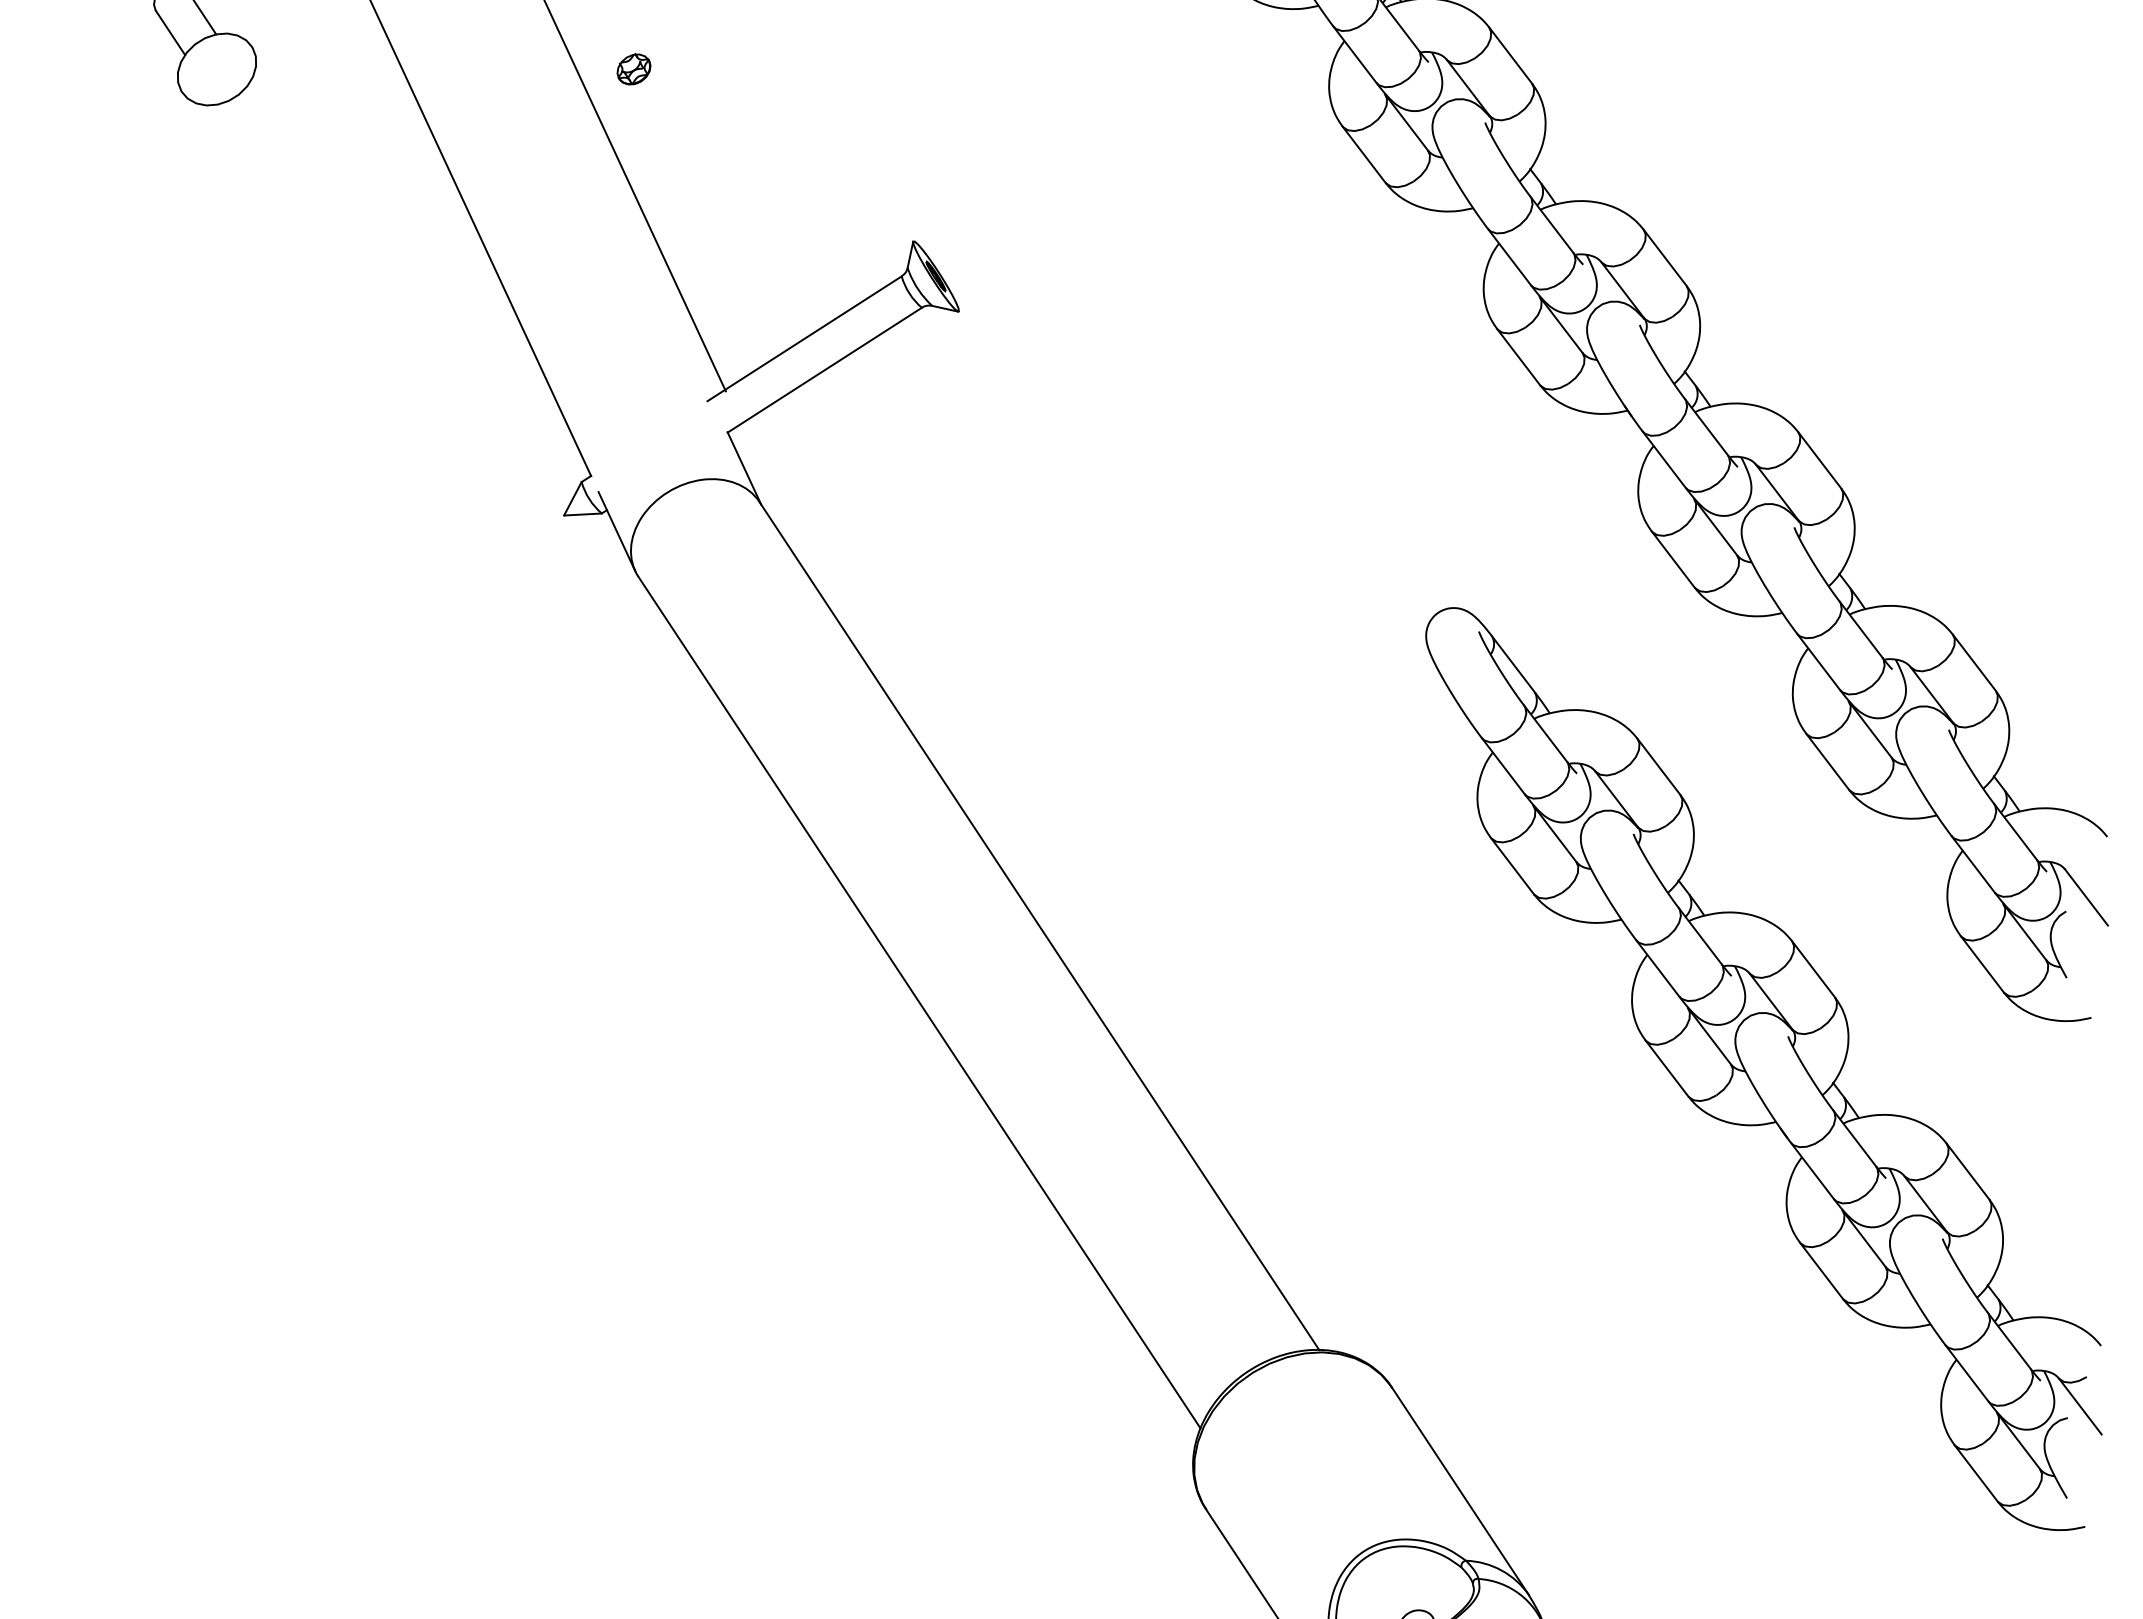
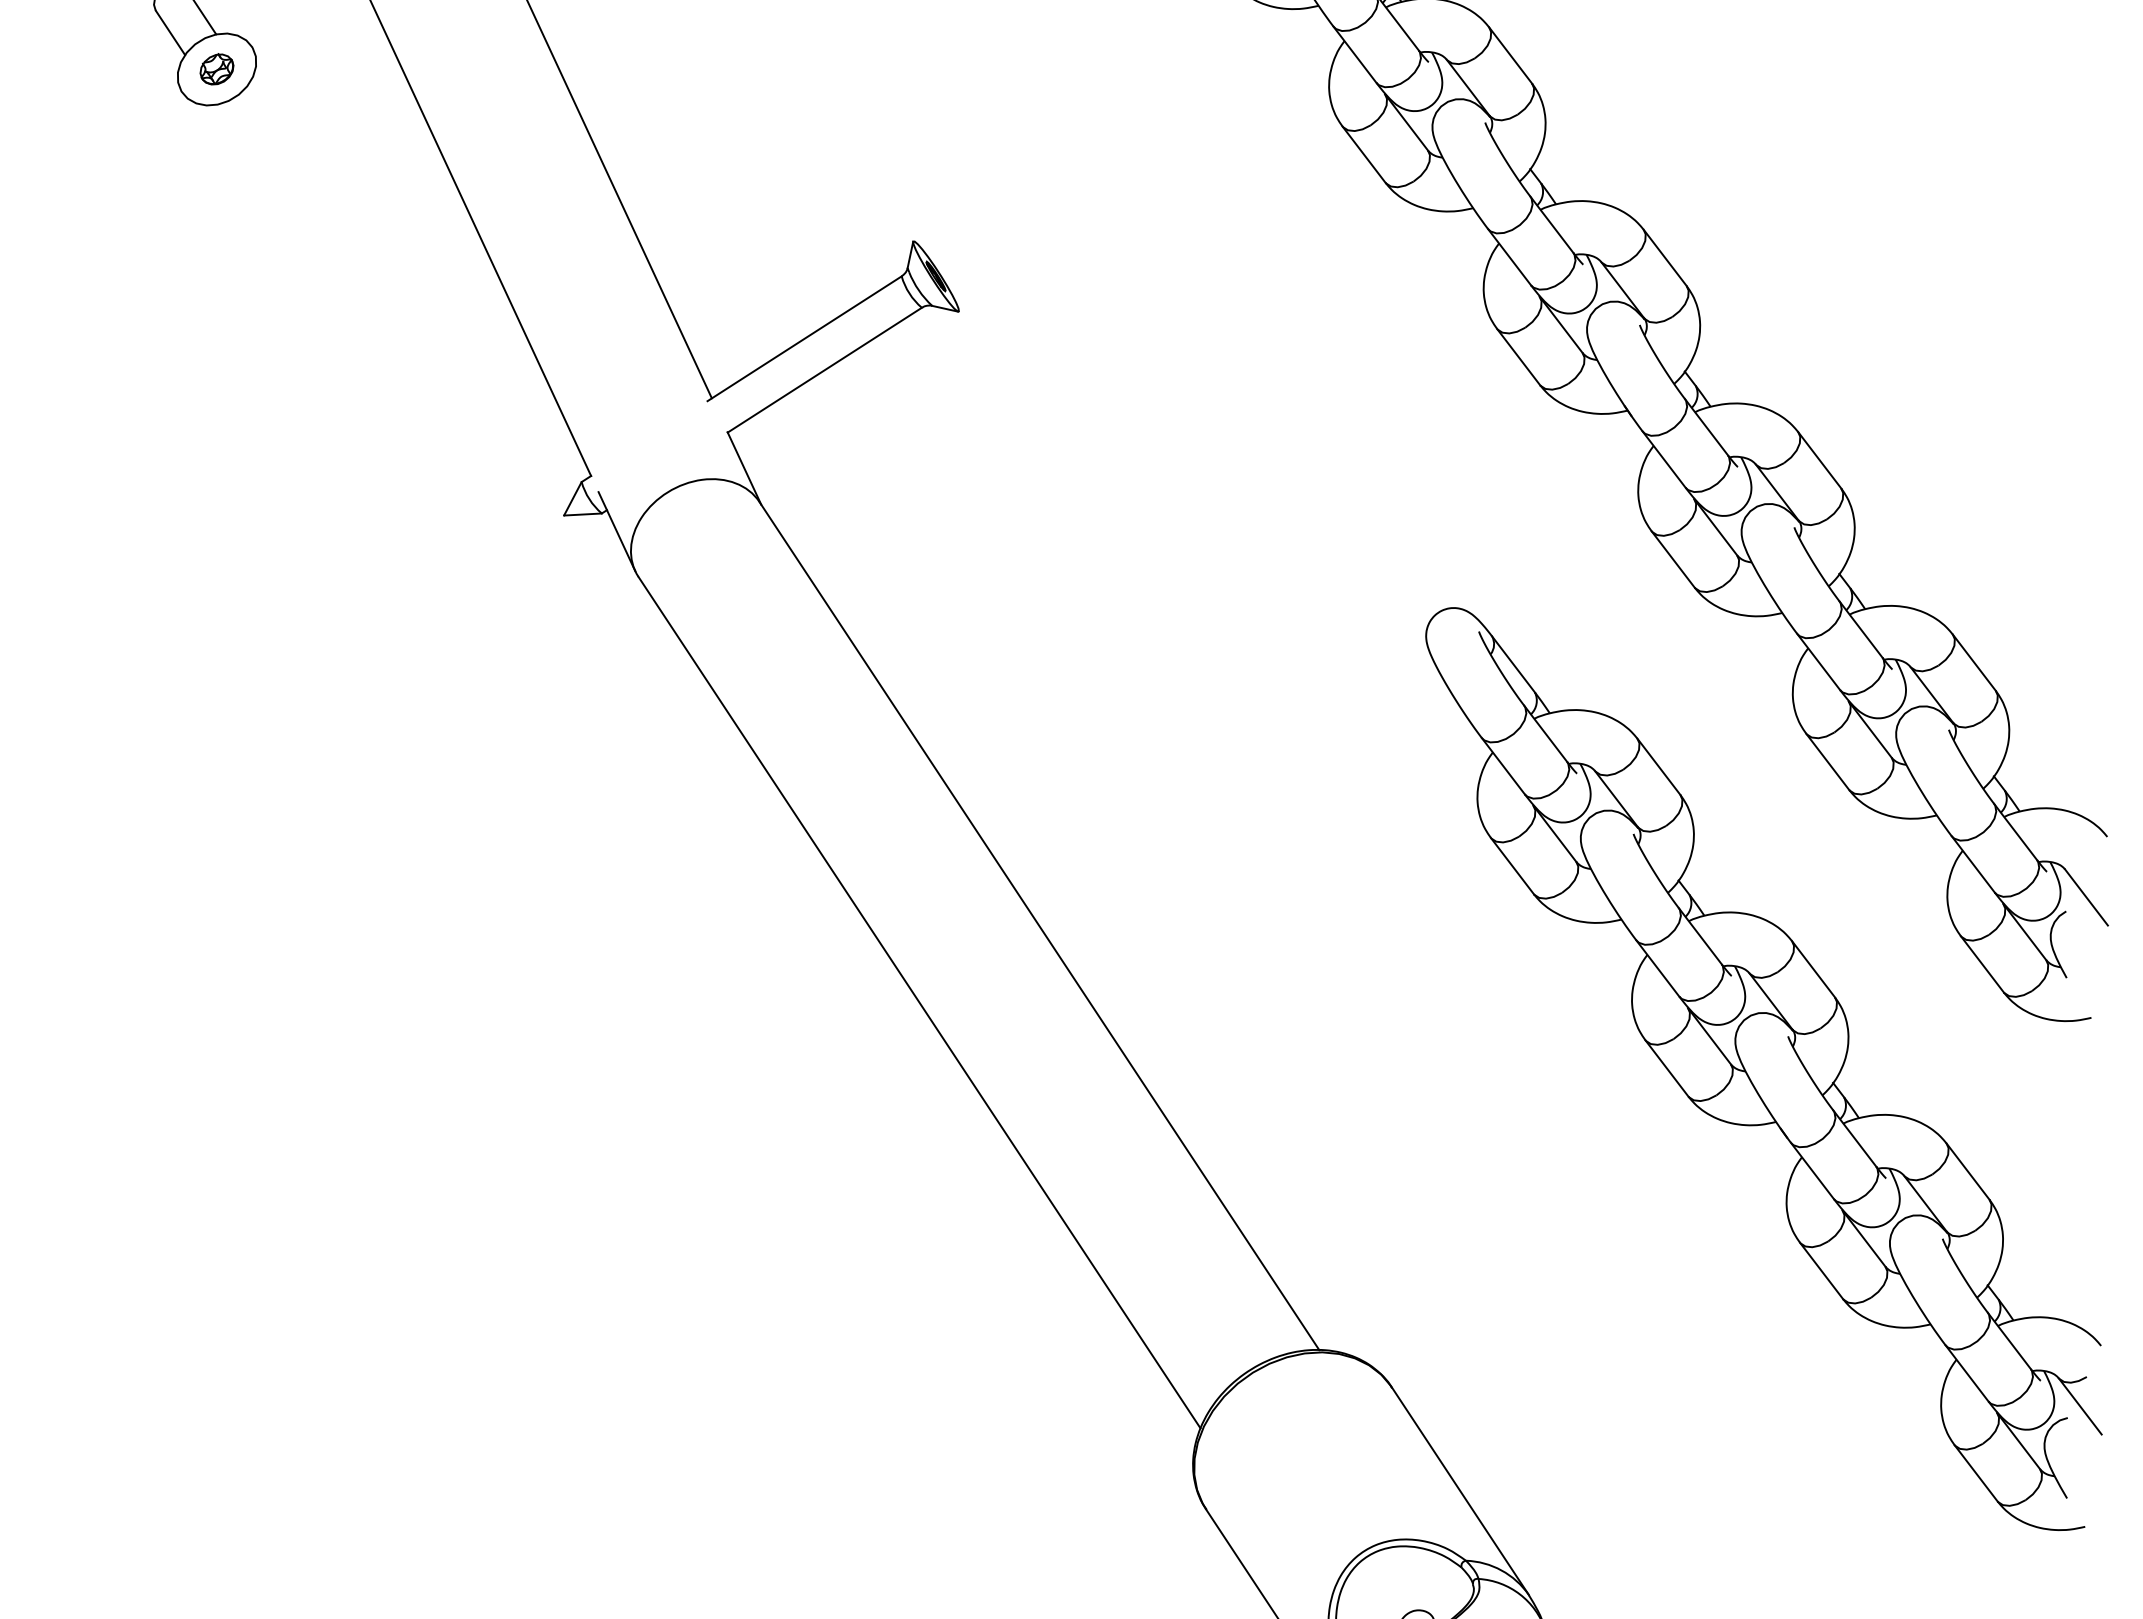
part at (633, 69) position: (633, 69) -> (216, 69)
line at (635, 196) position: (635, 196) -> (619, 200)
